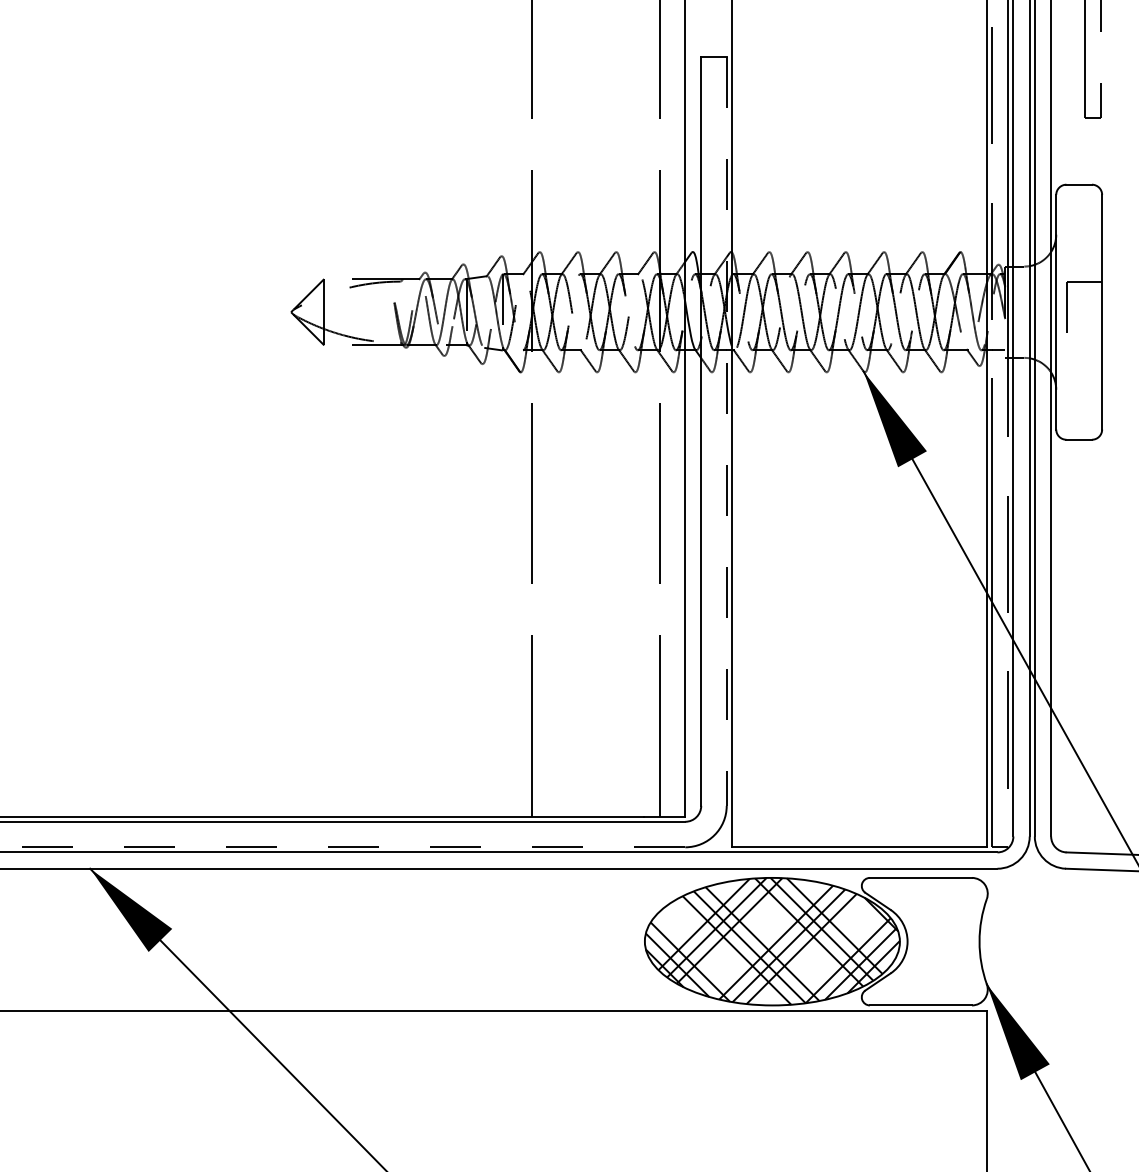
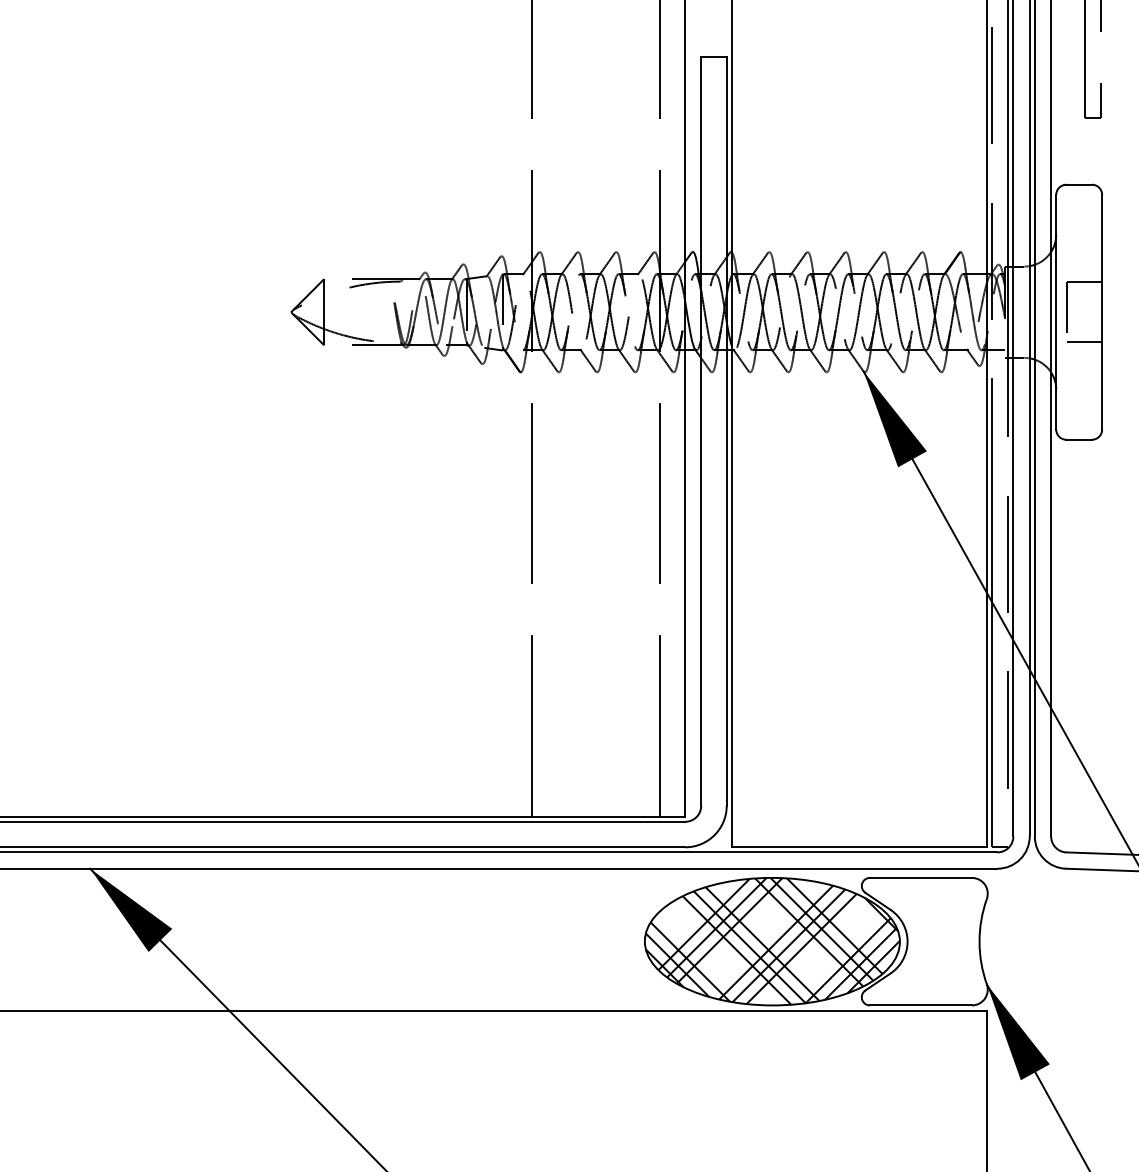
line at (1084, 342): none -> present
line at (726, 431): dashed -> solid
line at (342, 847): dashed -> solid
